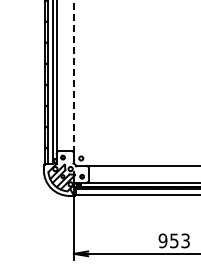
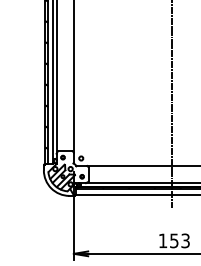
line at (73, 76): dashed -> solid
line at (171, 104): none -> present
text at (162, 240): 953 -> 153
